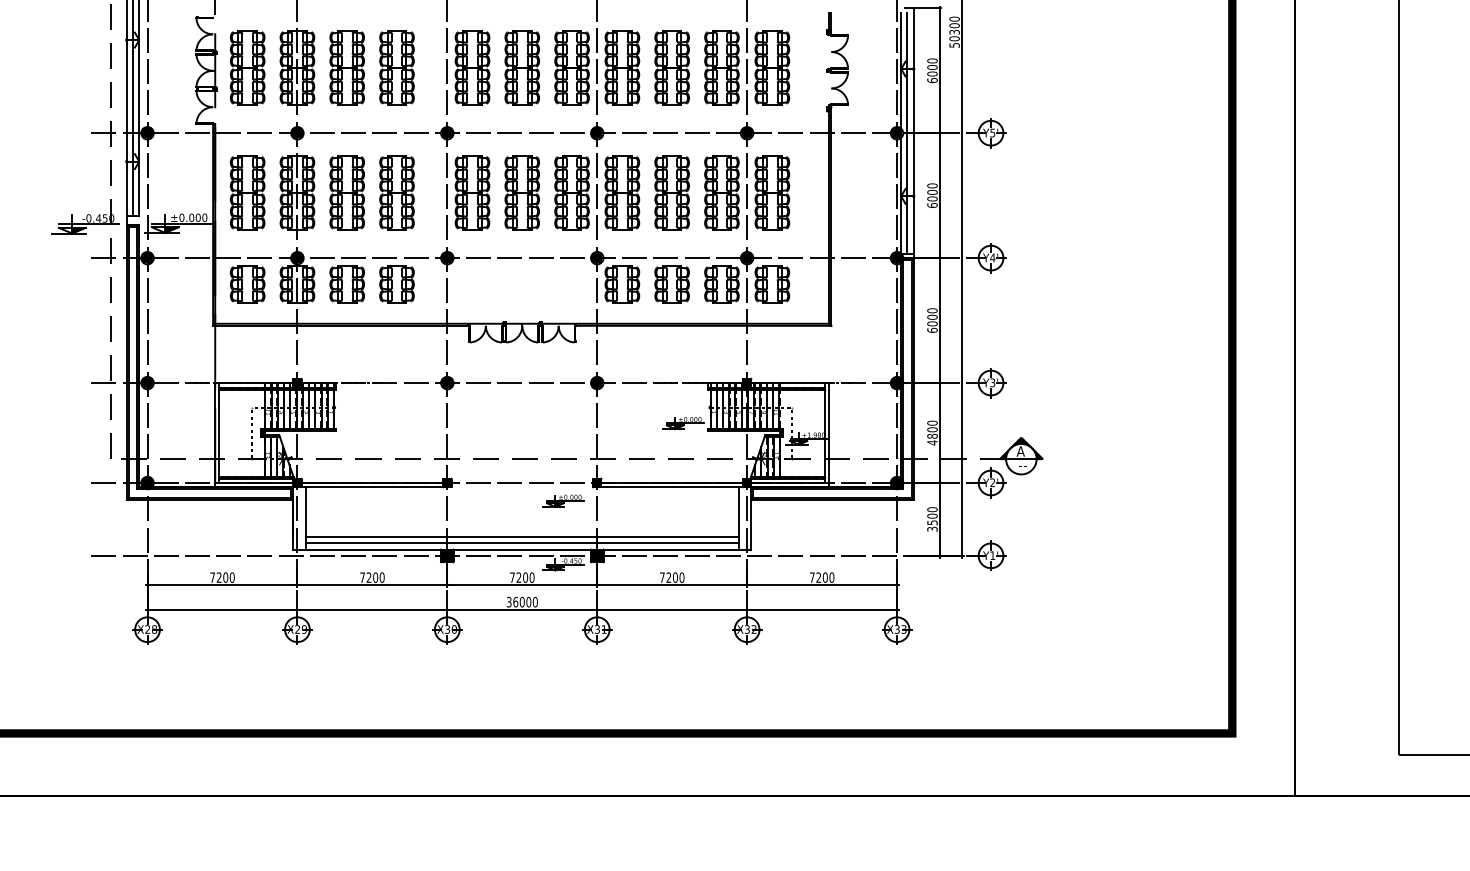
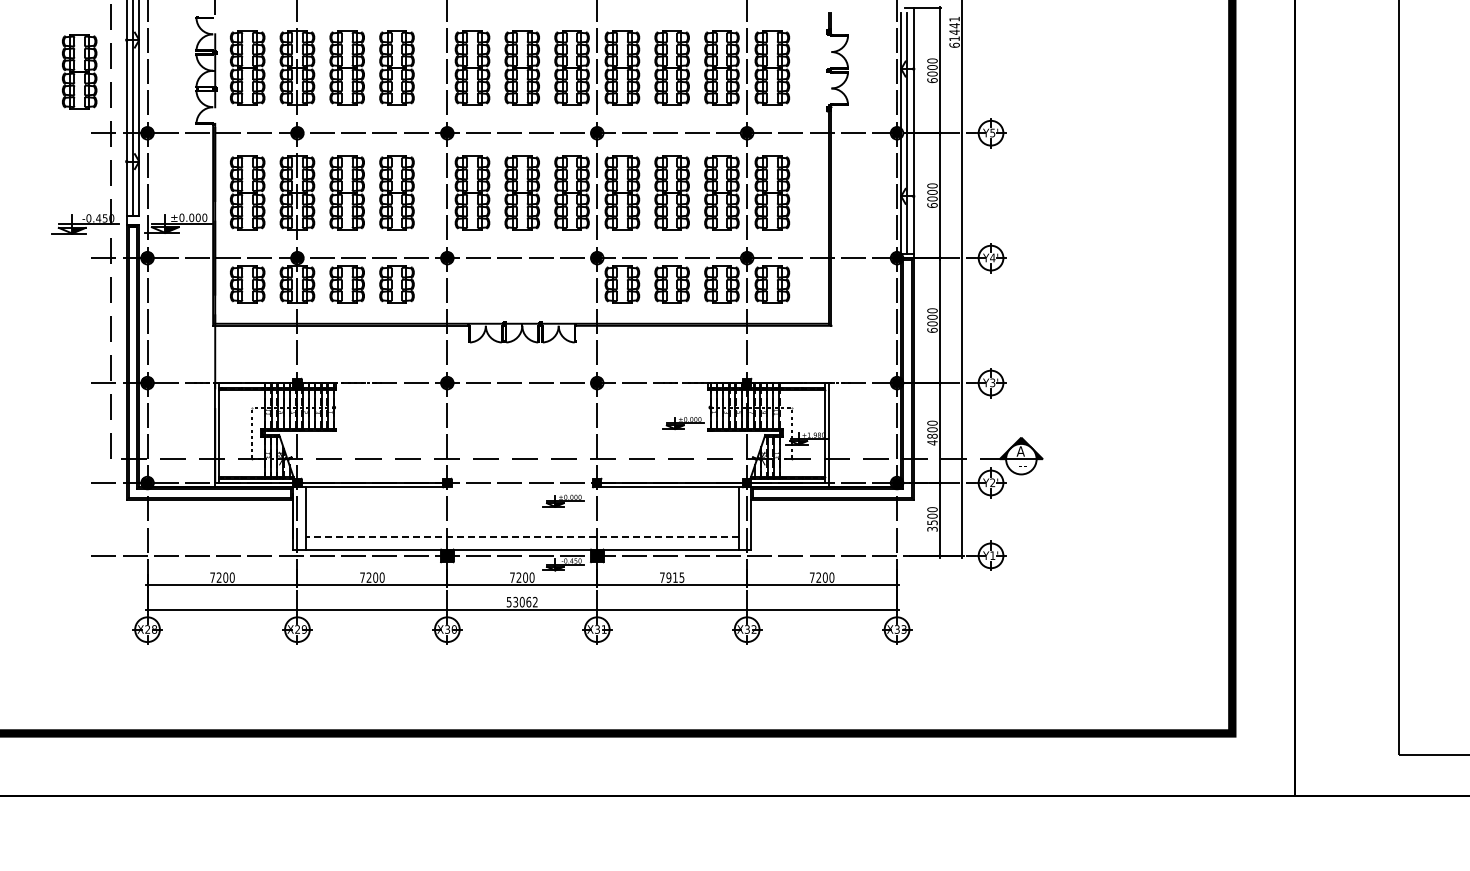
text at (954, 31): 50300 -> 61441
part at (79, 71): none -> present
line at (522, 537): solid -> dashed
line at (521, 543): present -> none
text at (675, 577): 7200 -> 7915
text at (522, 601): 36000 -> 53062
